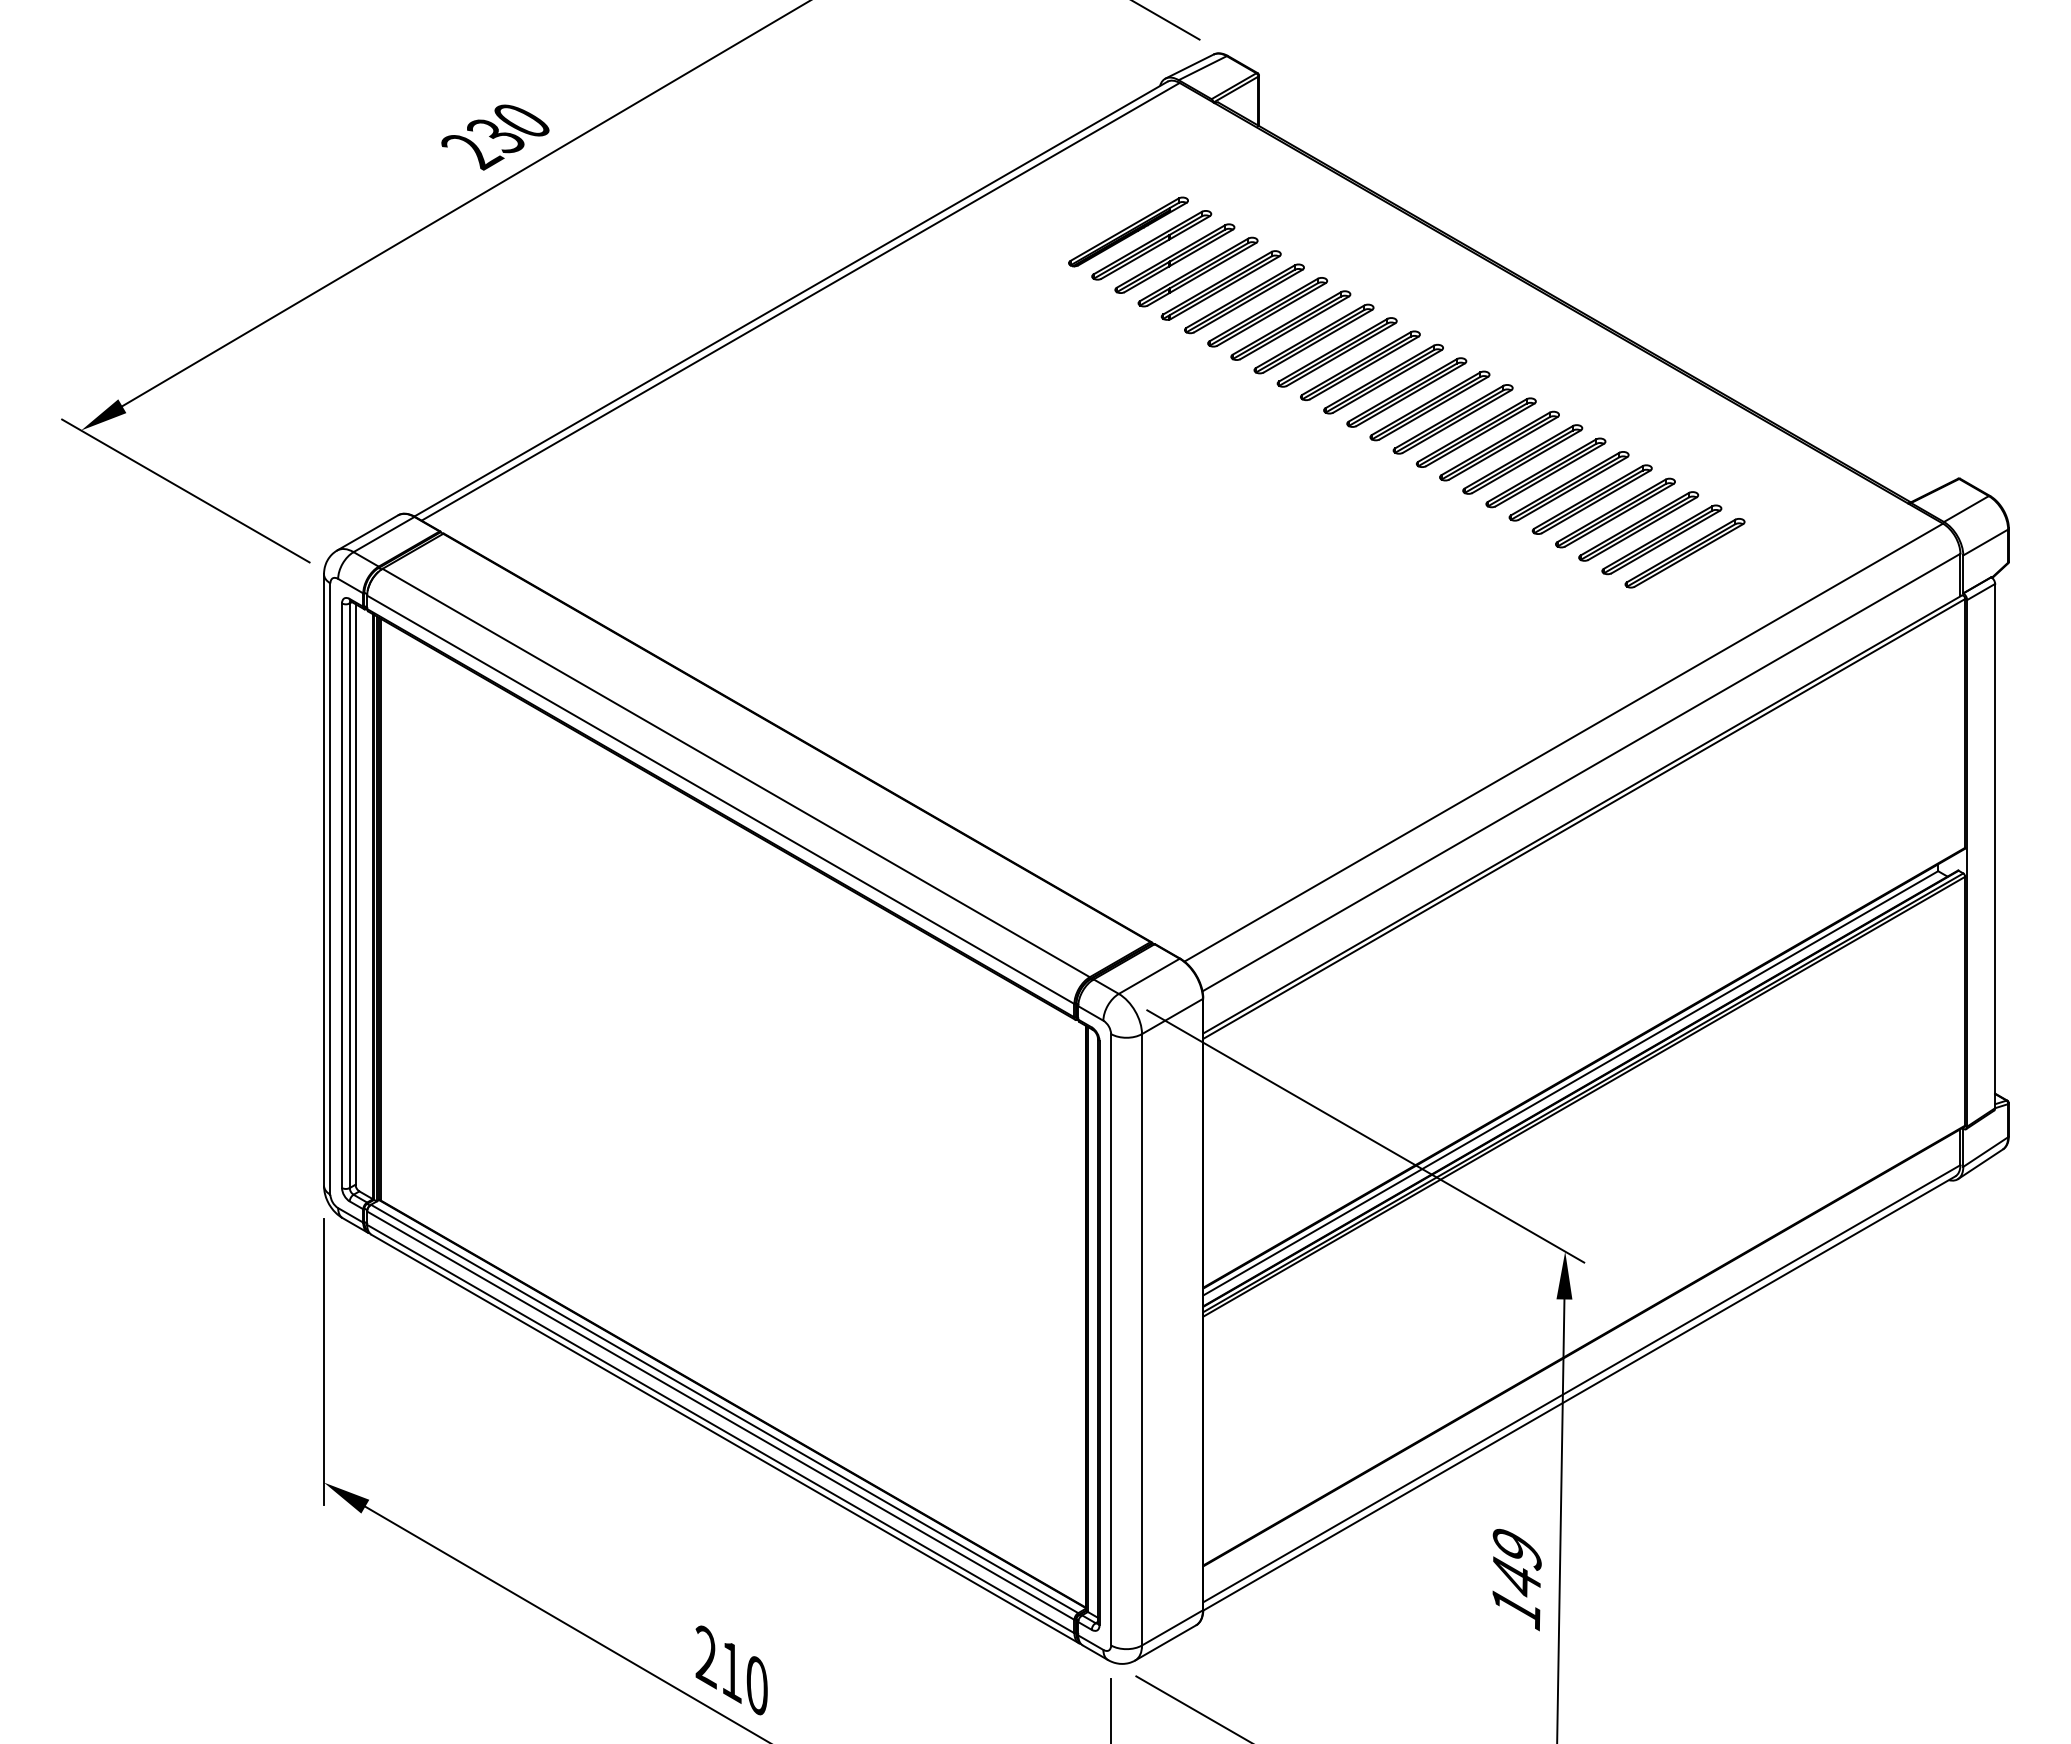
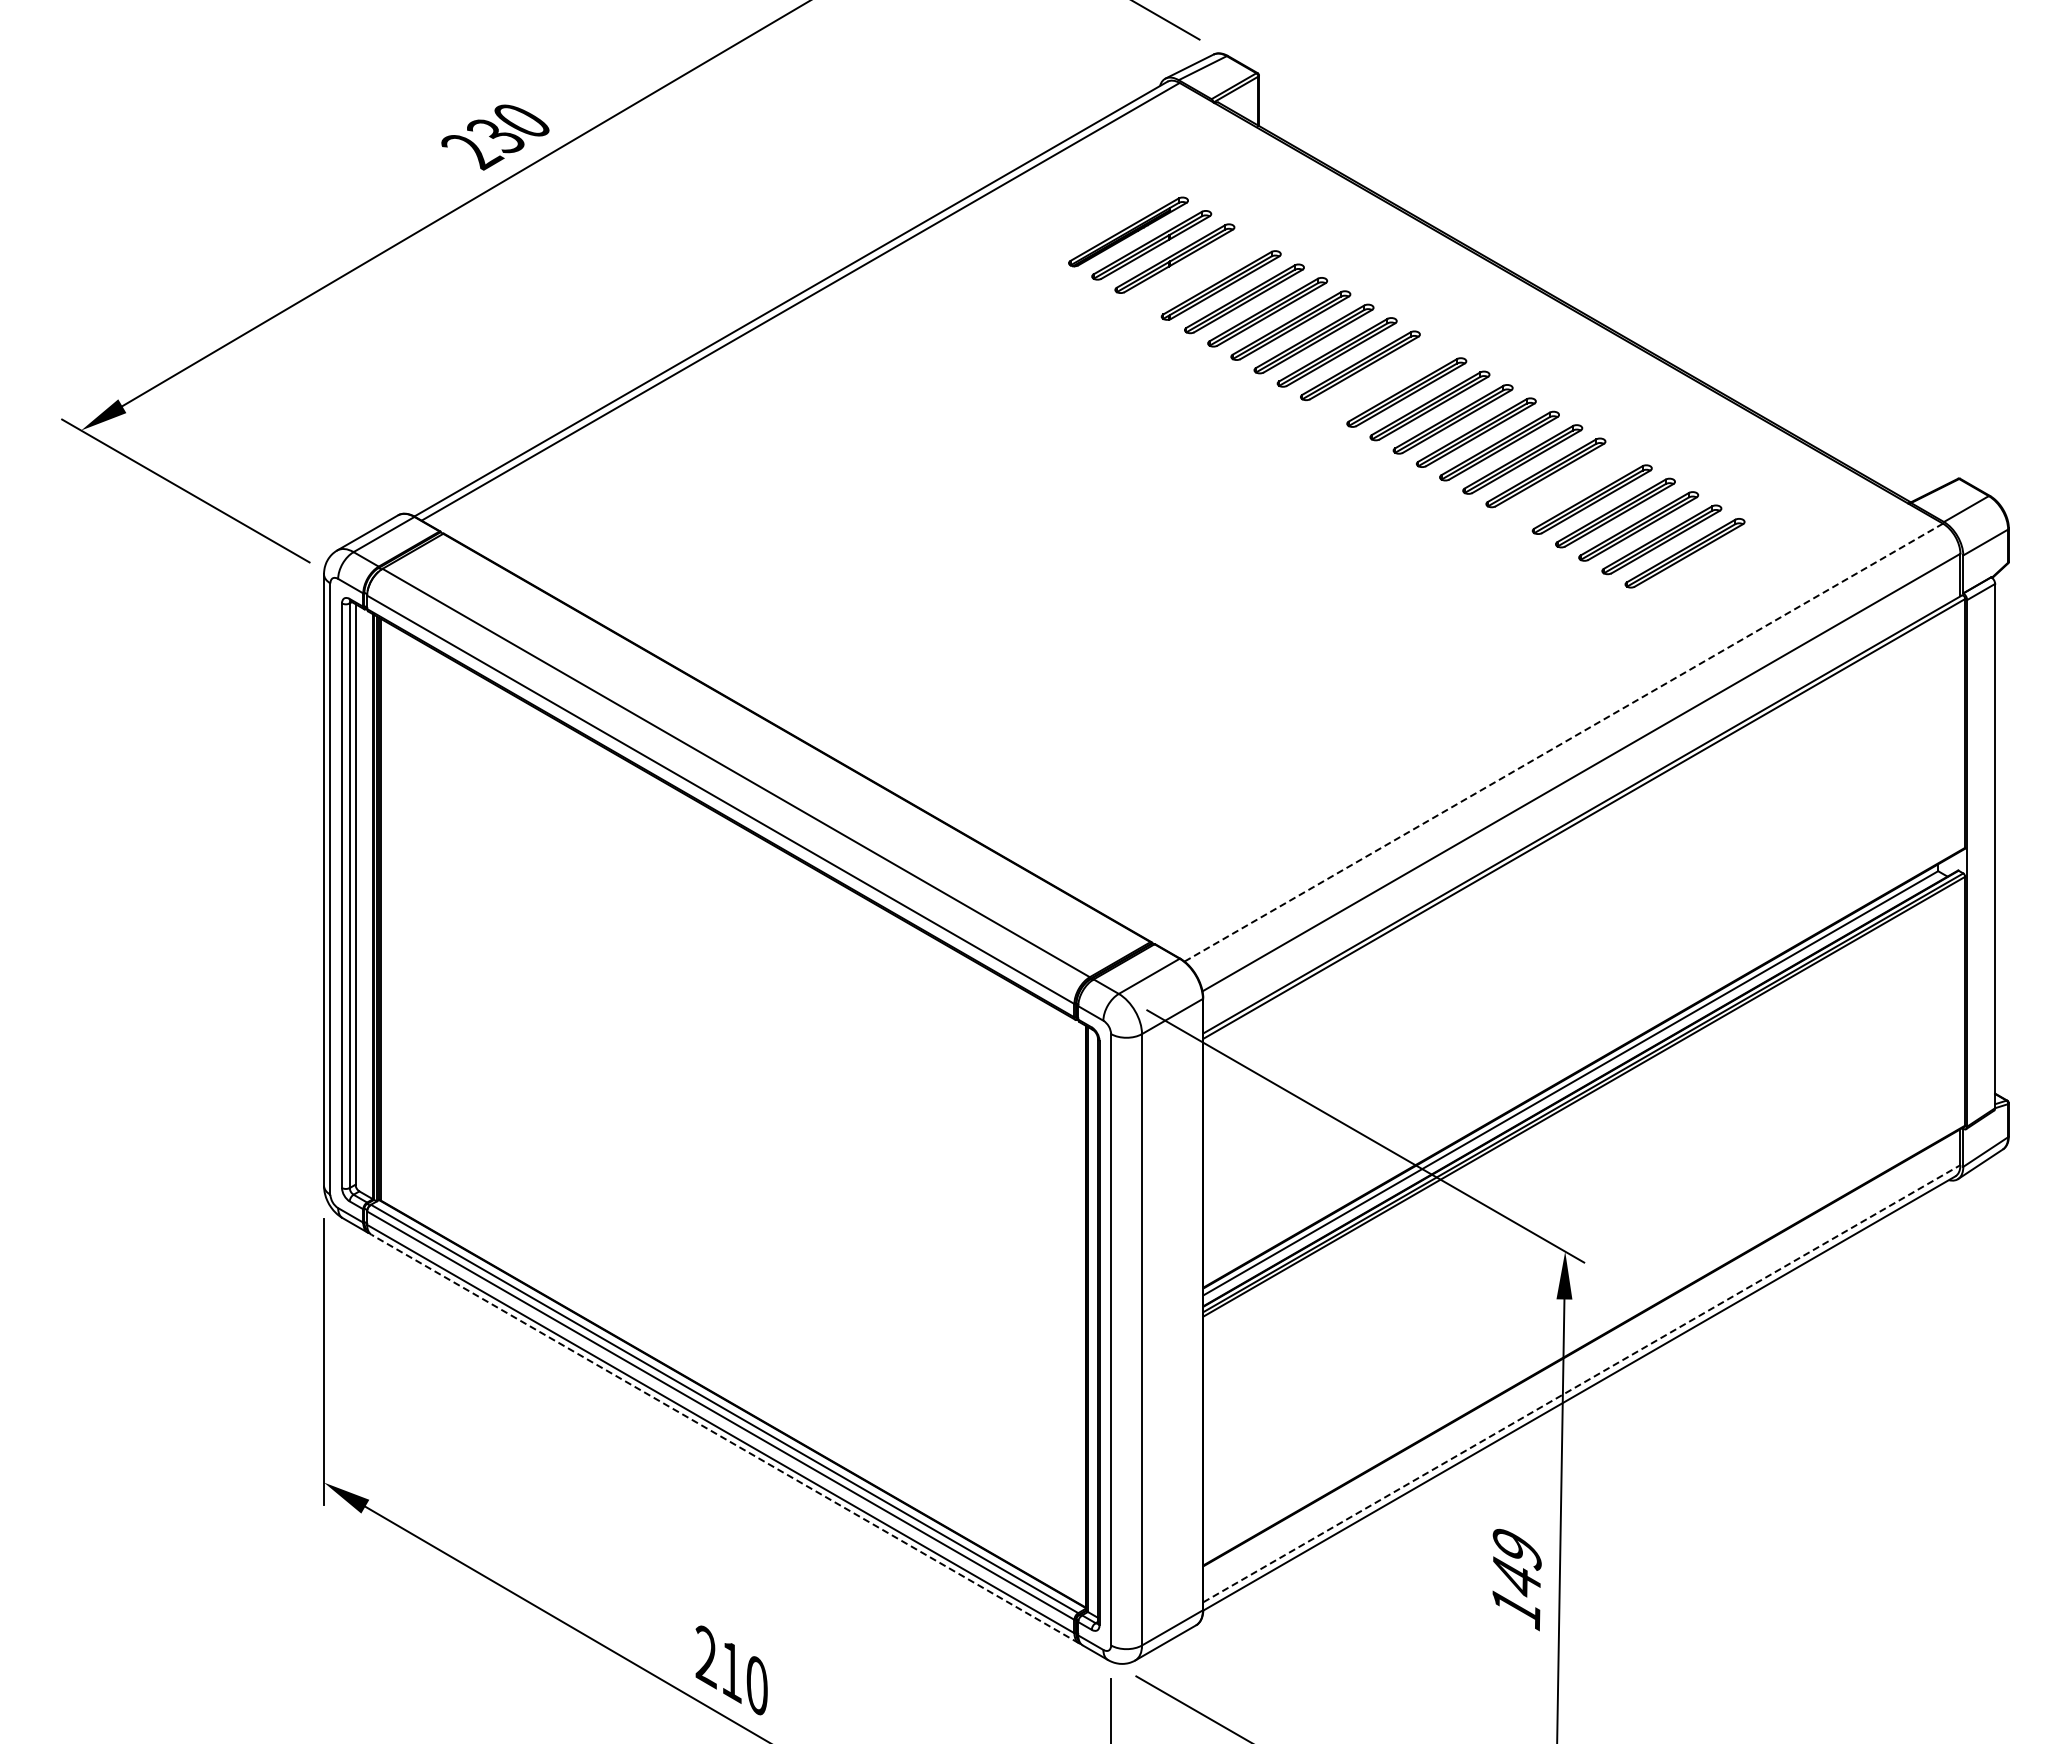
part at (1197, 271): present -> none
part at (1383, 378): present -> none
part at (1568, 486): present -> none
line at (1563, 742): solid -> dashed
line at (1582, 1383): solid -> dashed
line at (724, 1438): solid -> dashed
